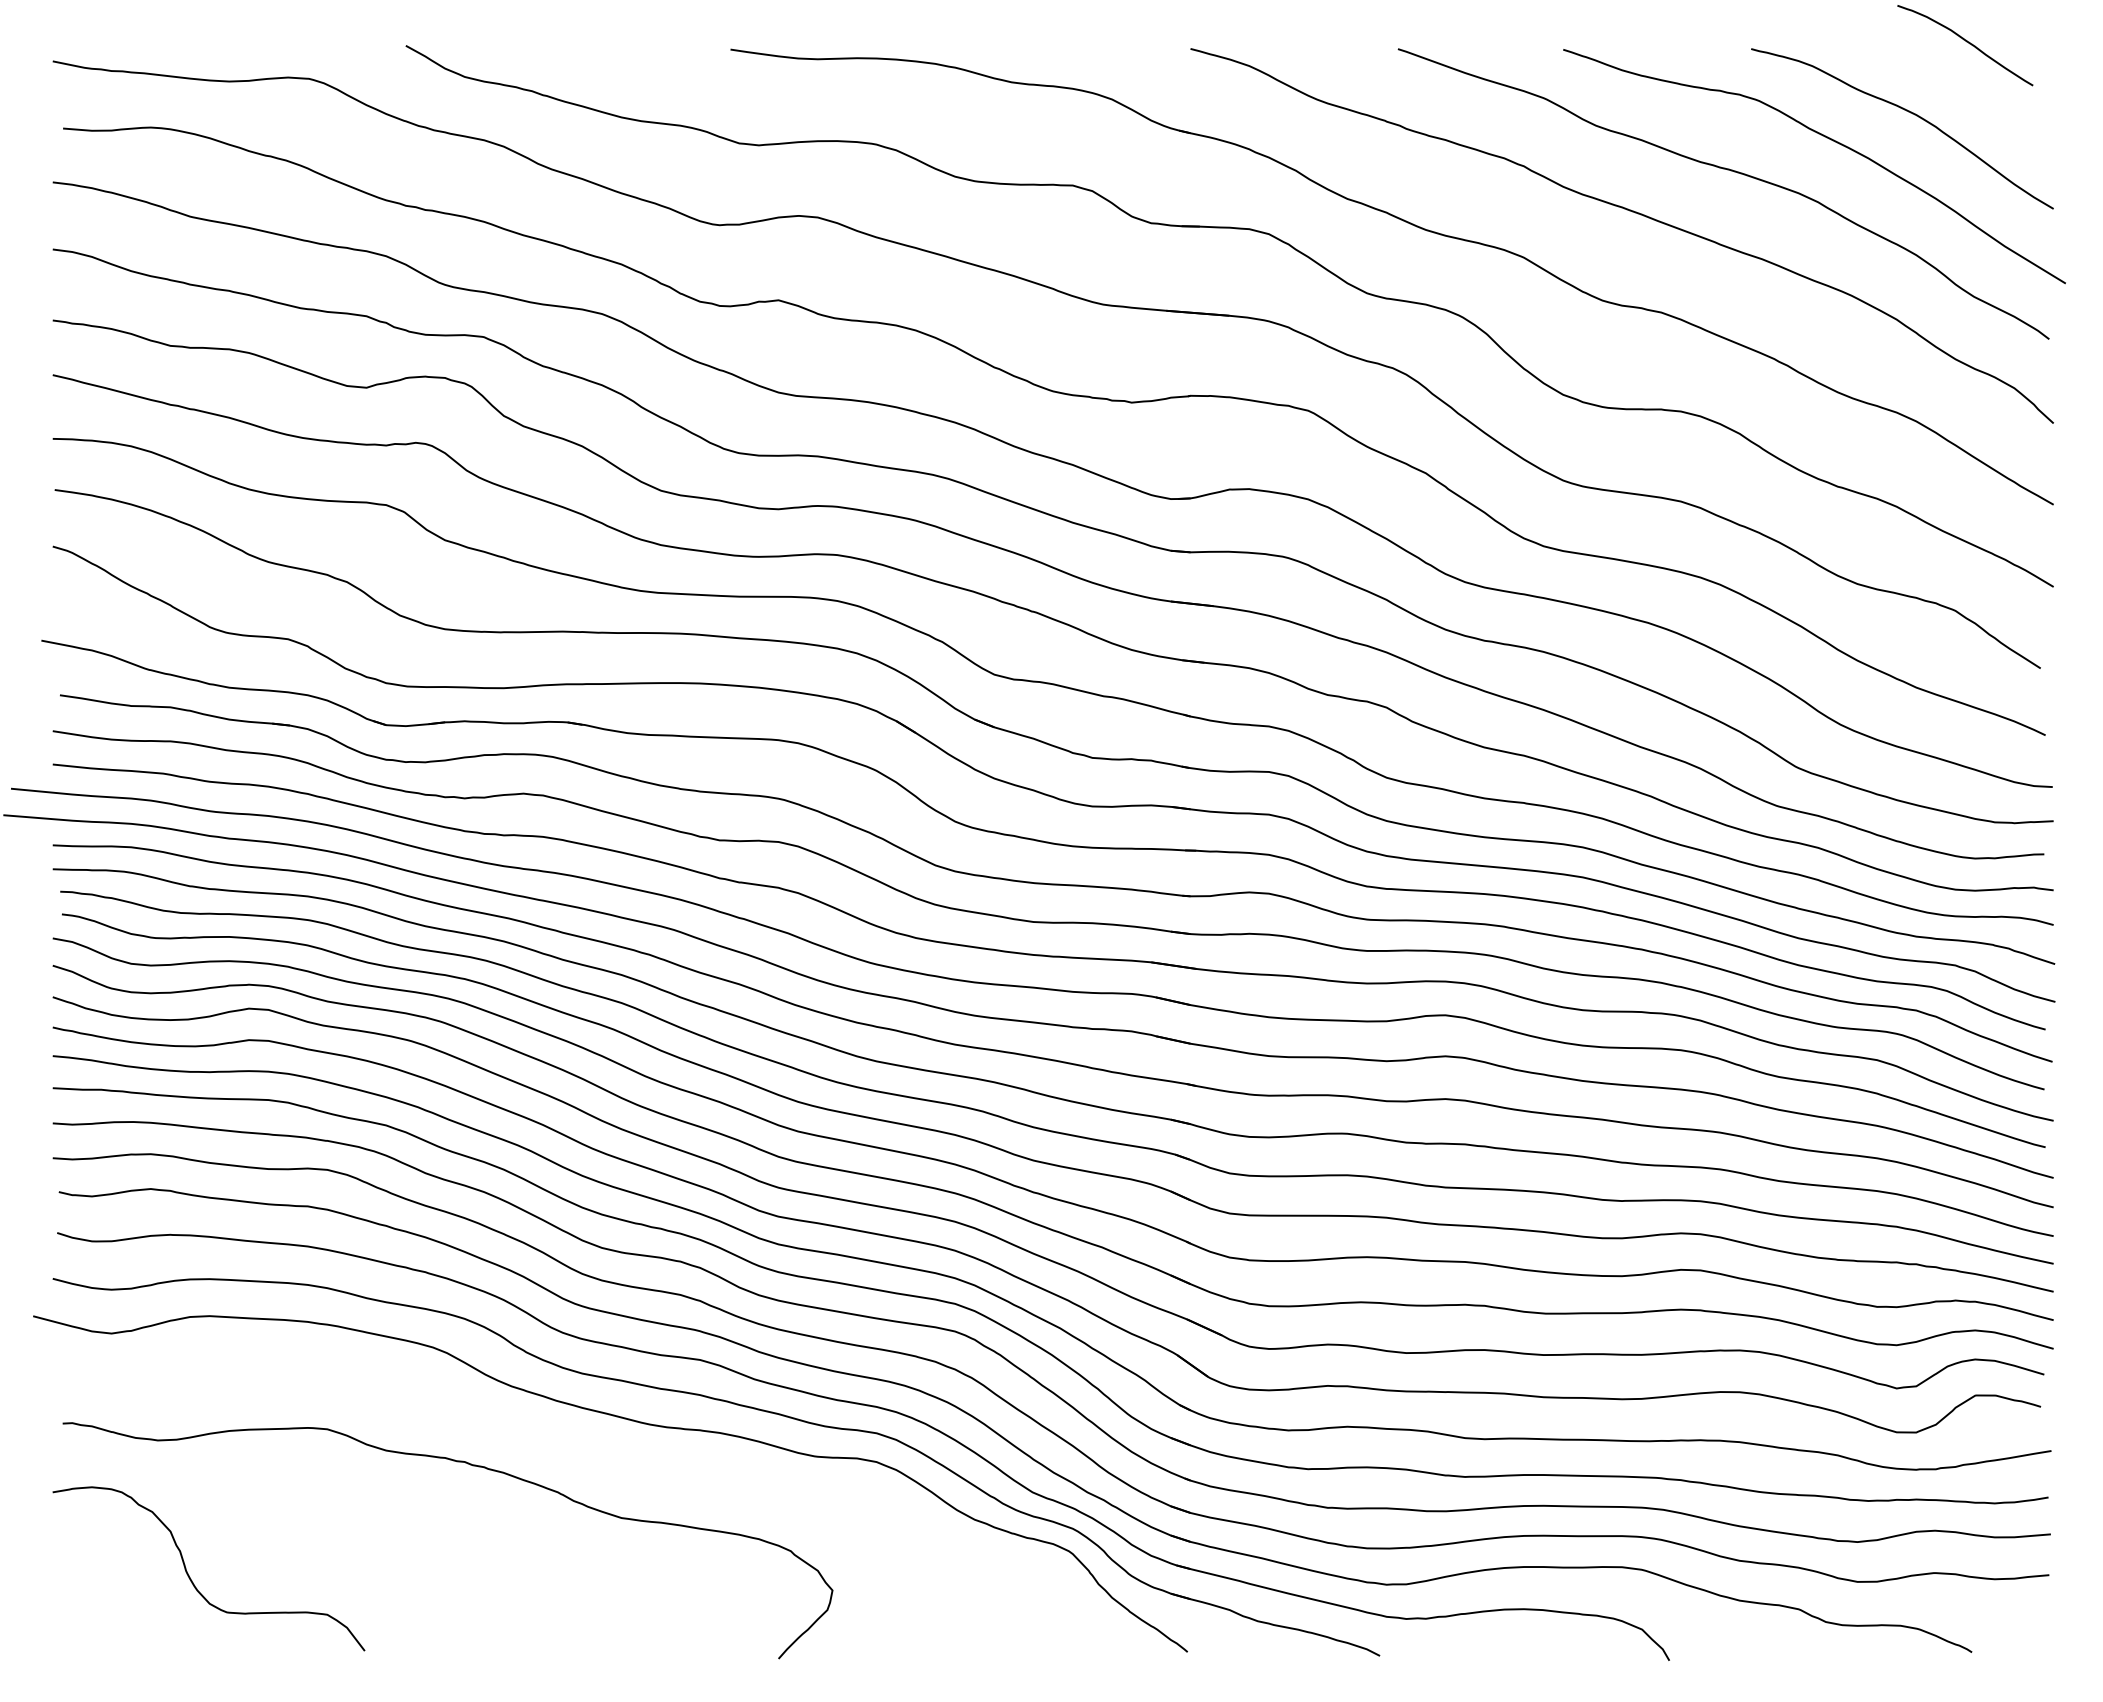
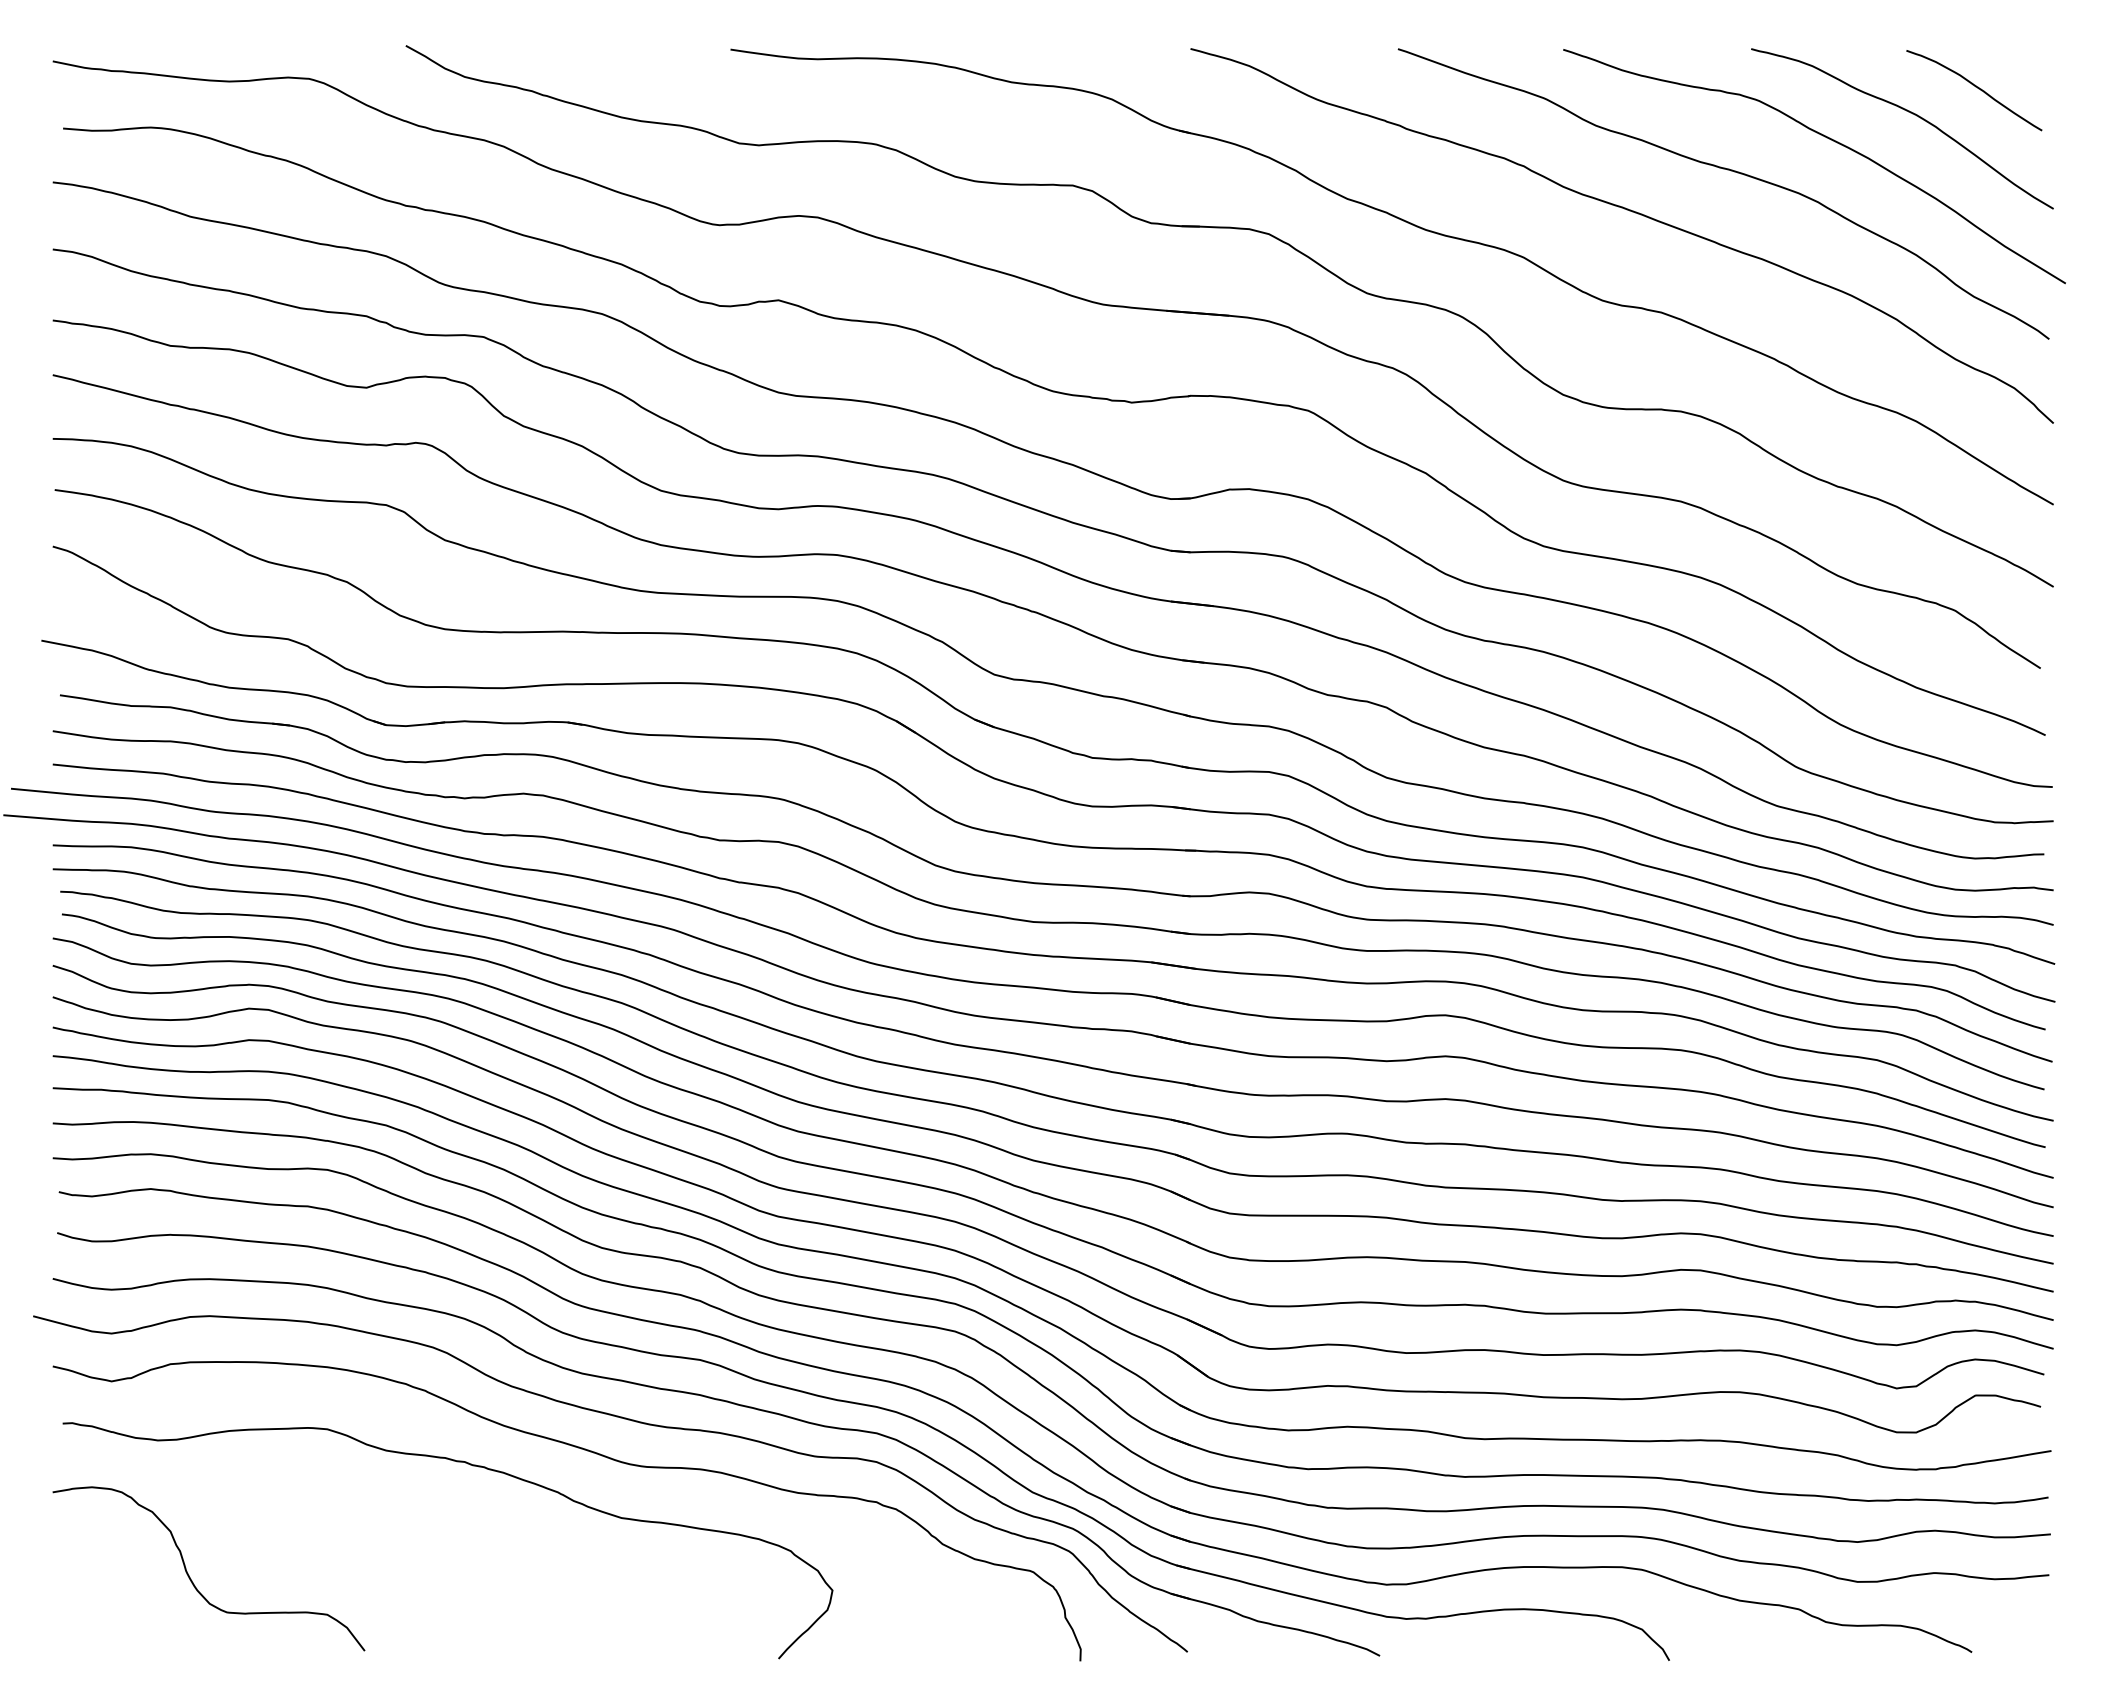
curve at (1966, 42) position: (1966, 42) -> (1975, 87)
curve at (587, 1451): none -> present
